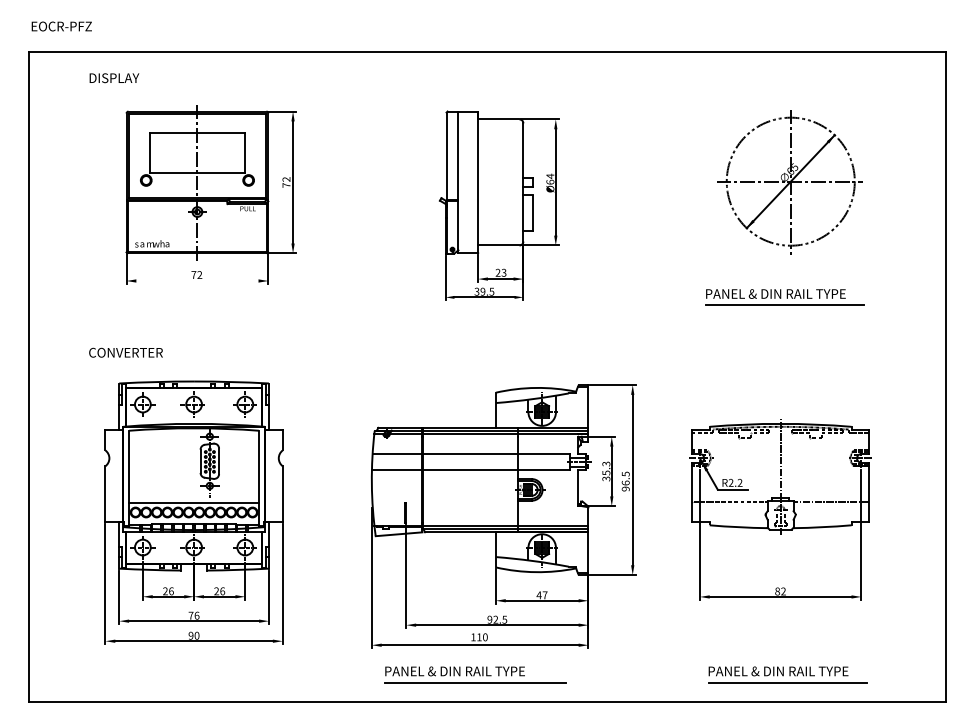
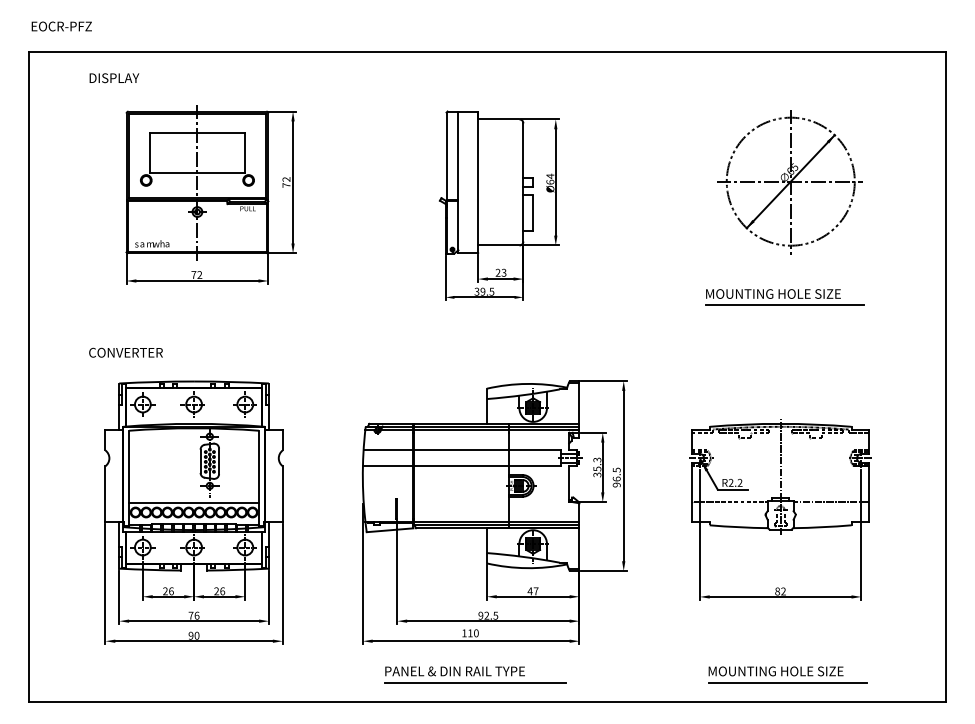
line at (197, 281): none -> present
text at (776, 293): PANEL & DIN RAIL TYPE -> MOUNTING HOLE SIZE
part at (503, 516) position: (503, 516) -> (494, 512)
text at (778, 671): PANEL & DIN RAIL TYPE -> MOUNTING HOLE SIZE
